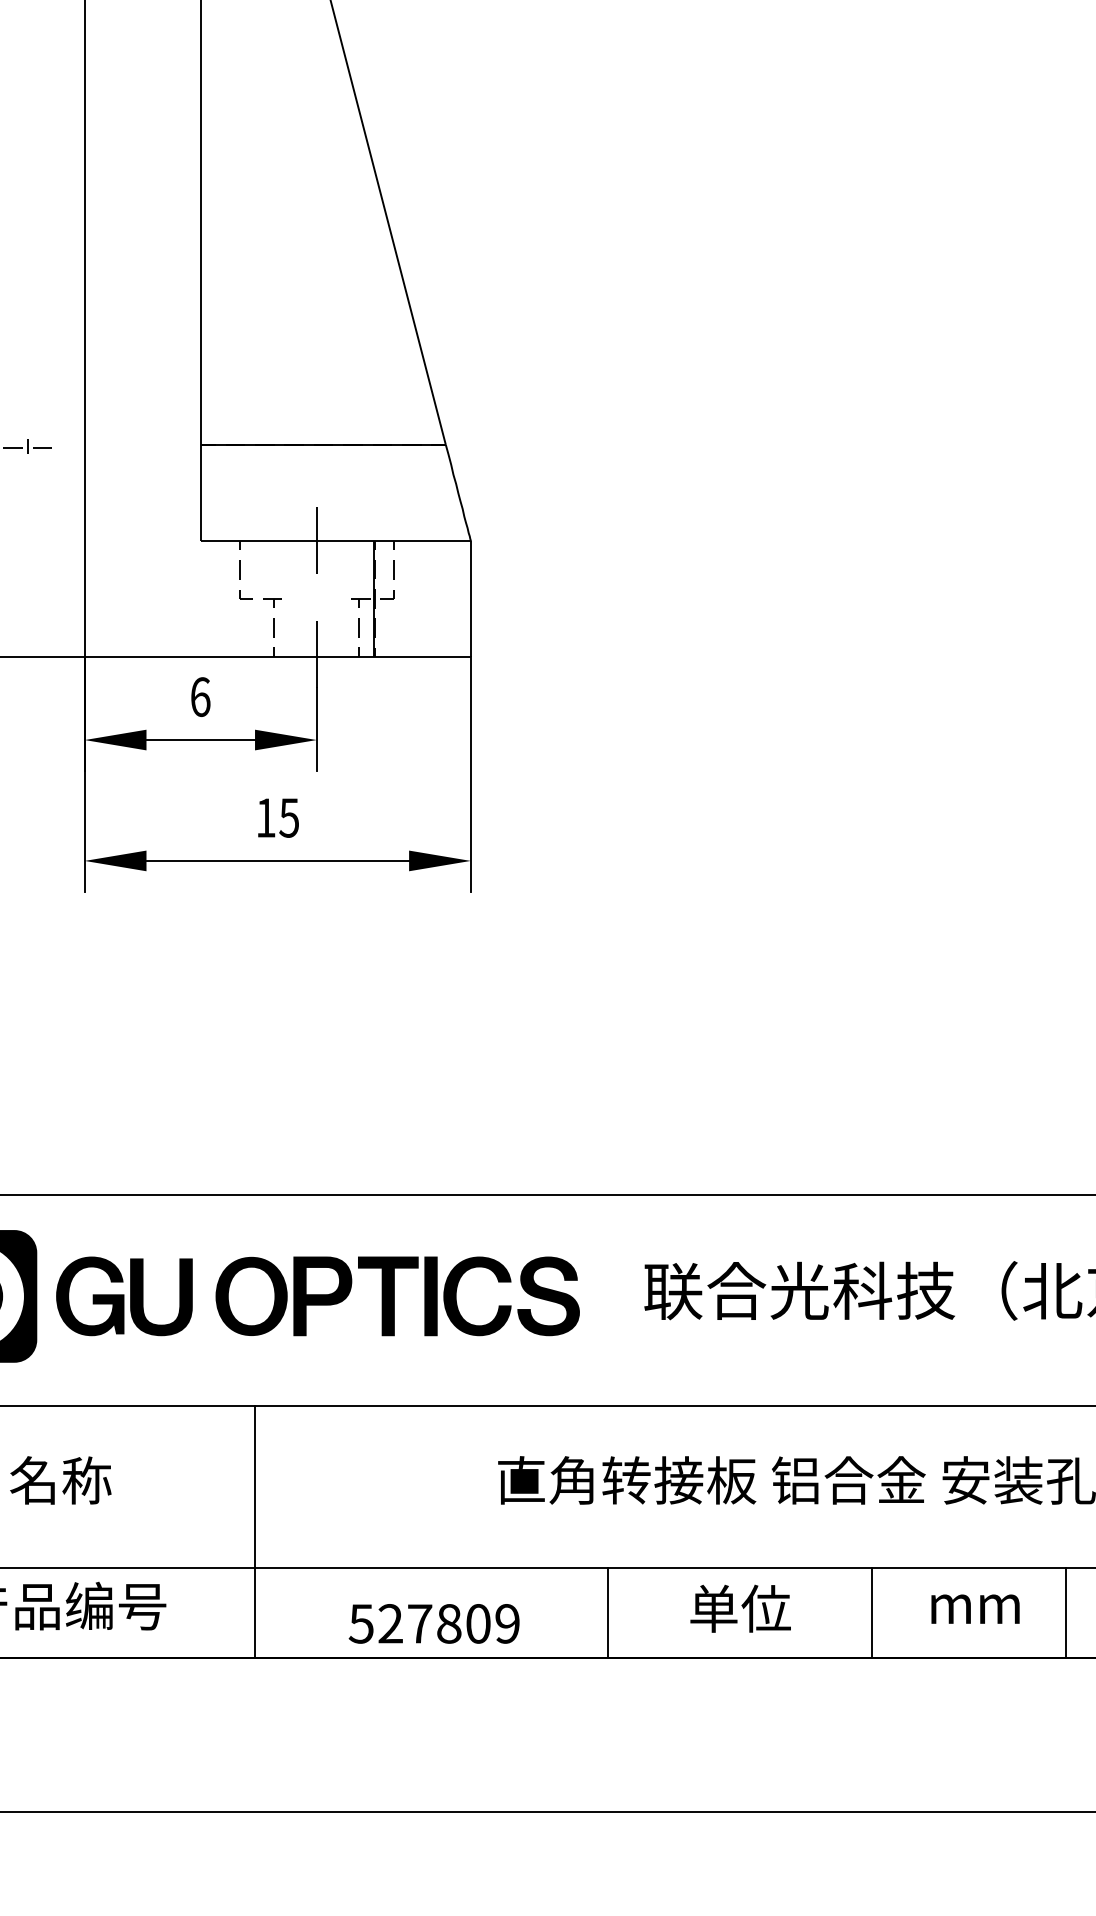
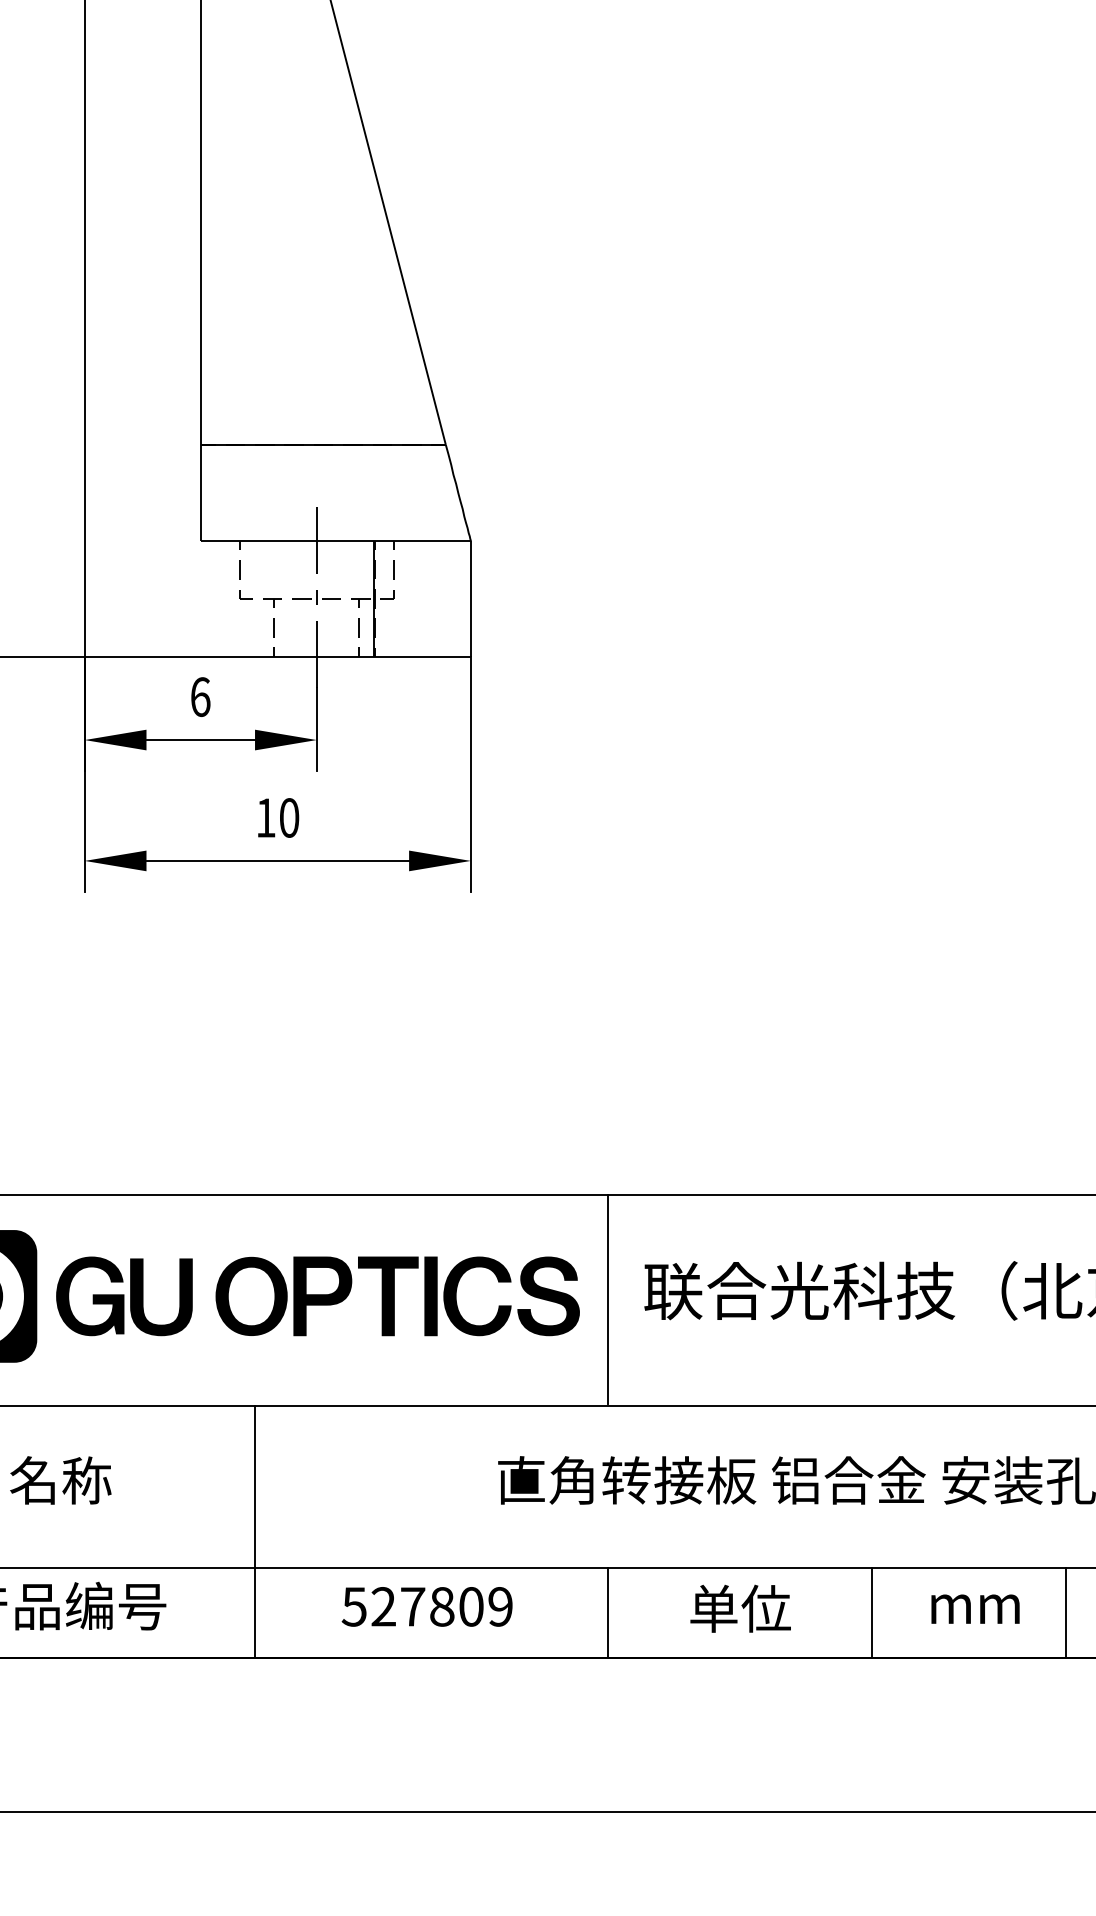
part at (27, 446) position: (27, 446) -> (316, 597)
text at (289, 817): 15 -> 10
line at (608, 1299): none -> present
text at (433, 1623) position: (433, 1623) -> (426, 1606)
